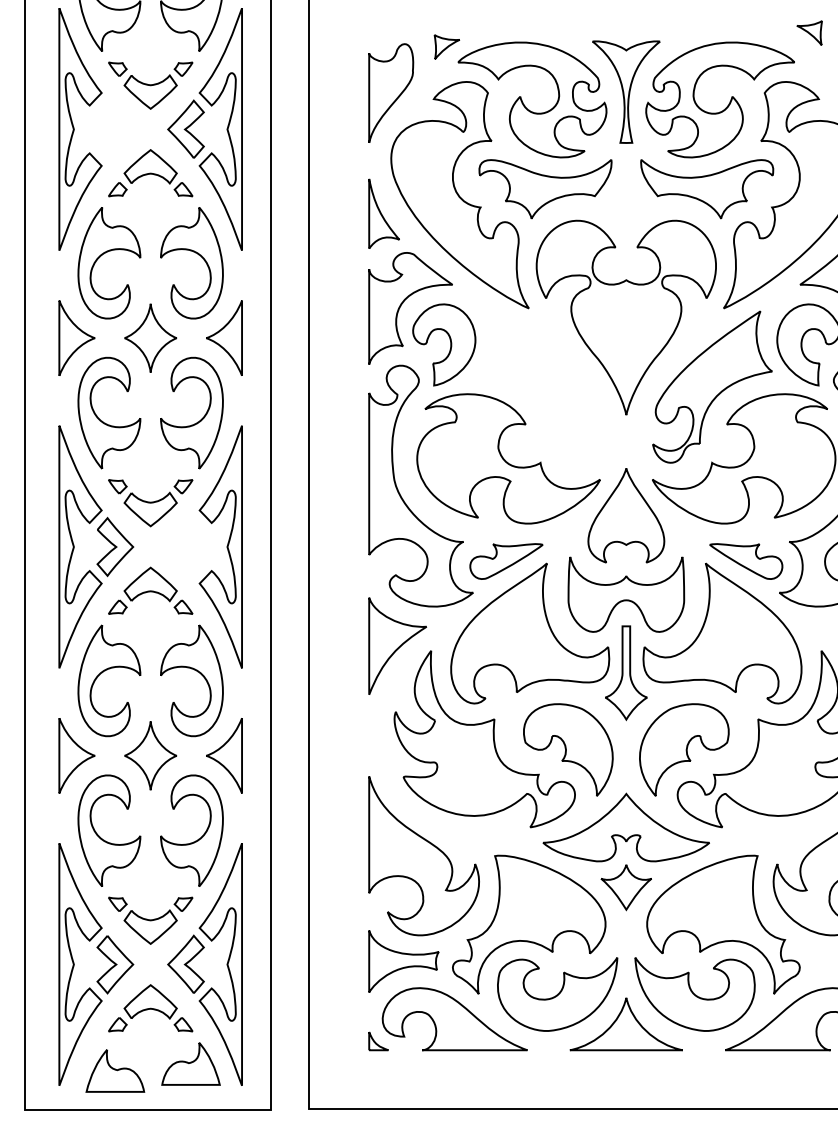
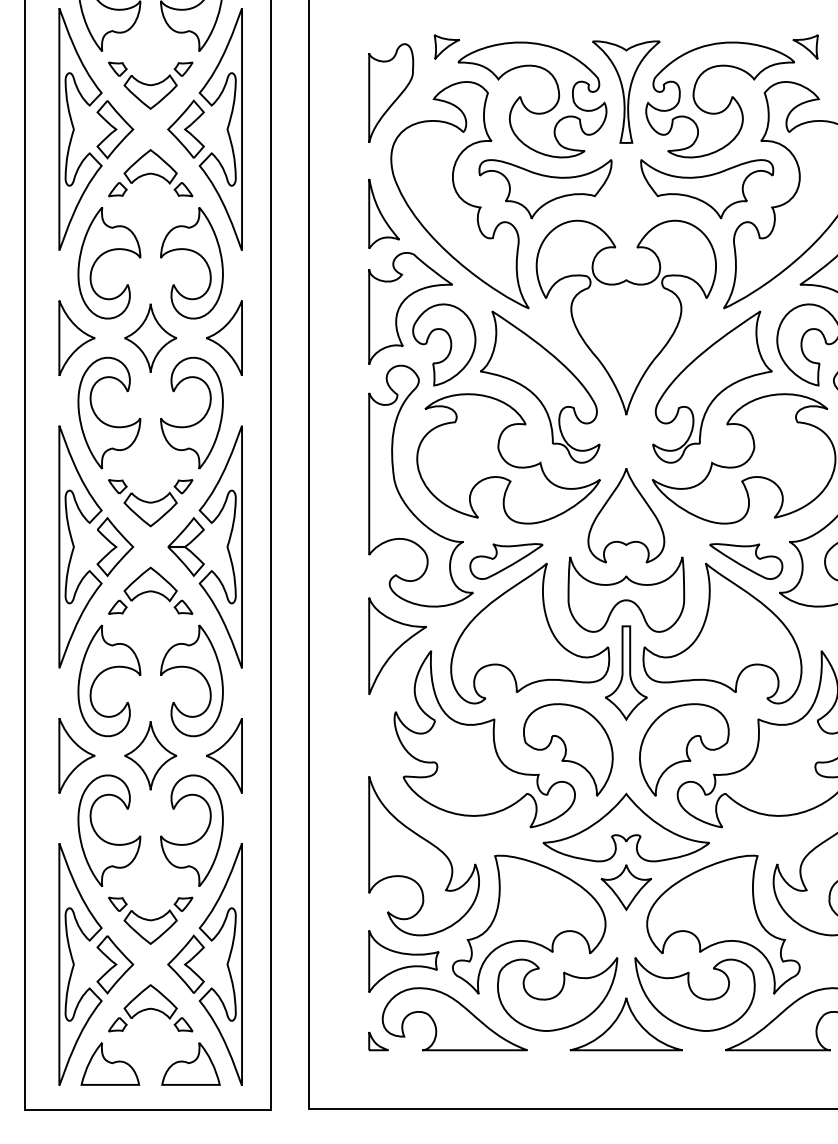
part at (809, 32) position: (809, 32) -> (805, 46)
part at (115, 129): none -> present
part at (540, 386): none -> present
part at (185, 547): none -> present
part at (115, 1070) position: (115, 1070) -> (110, 1063)
